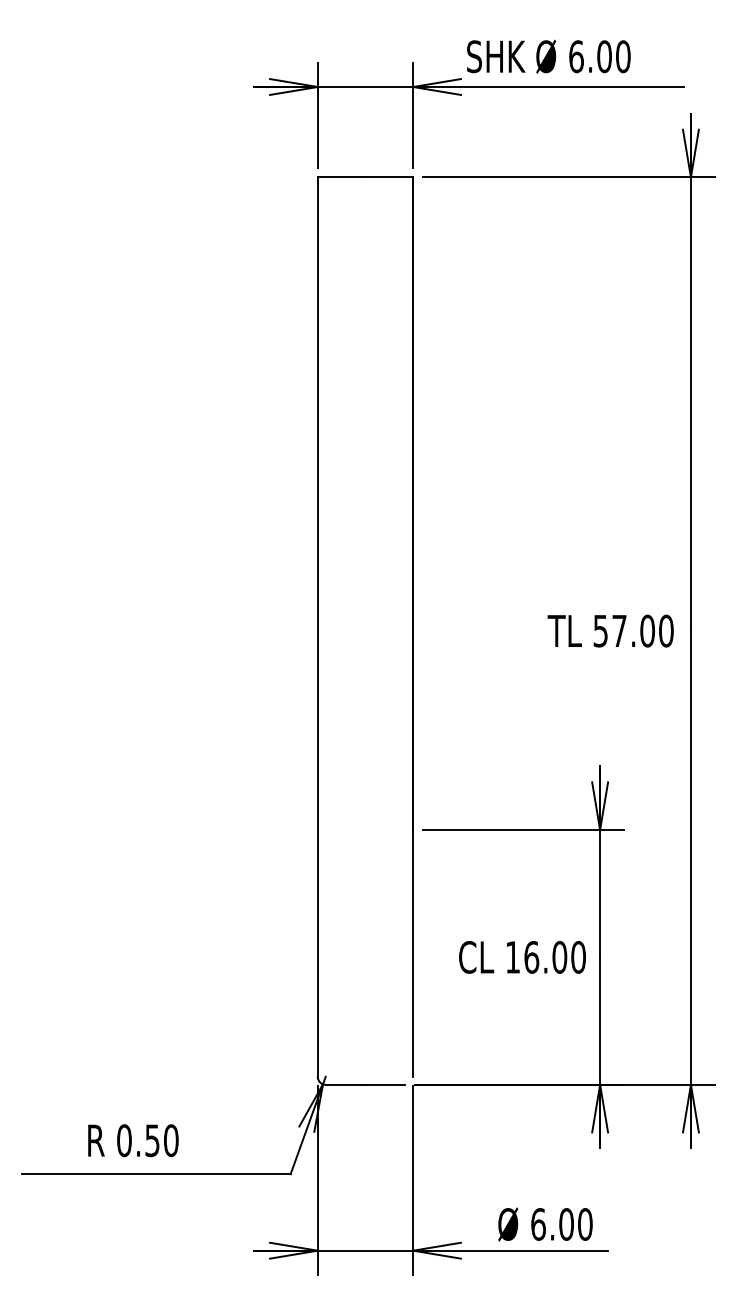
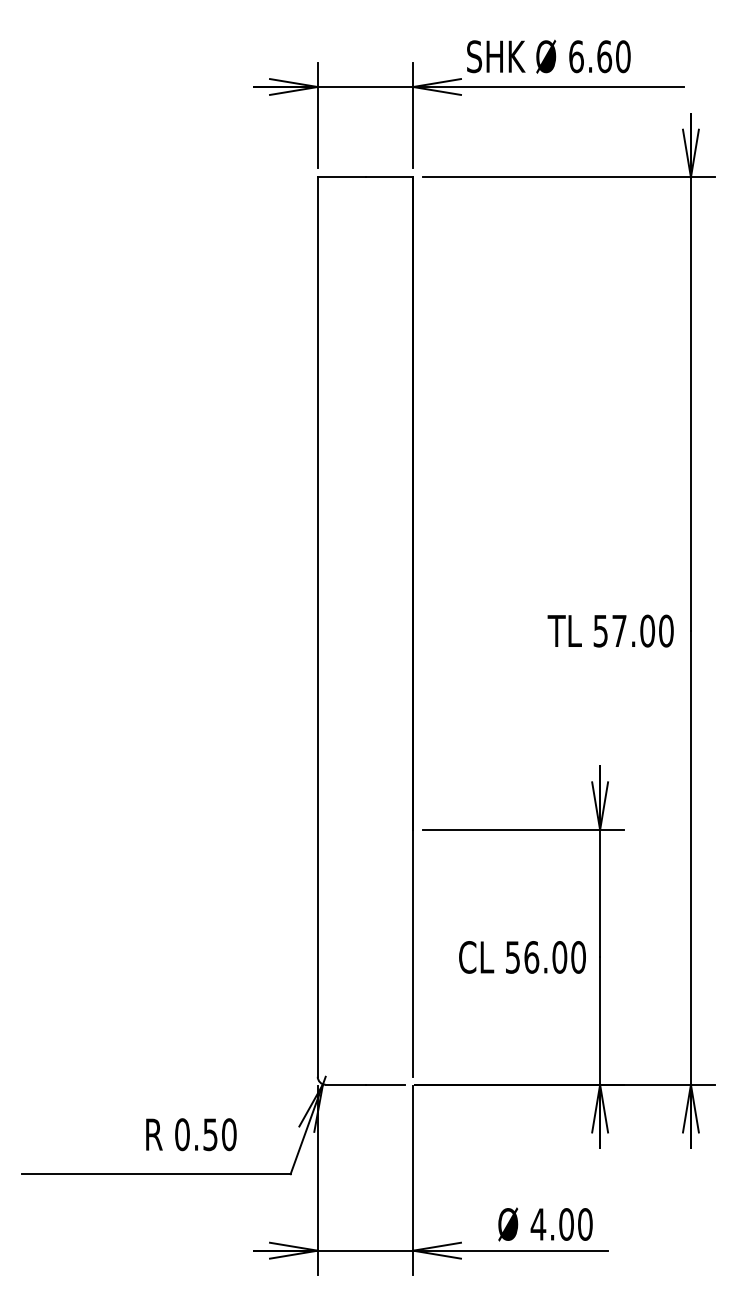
text at (604, 56): 6.00 -> 6.60
text at (512, 957): 16.00 -> 56.00
text at (133, 1140) position: (133, 1140) -> (191, 1134)
text at (538, 1224): 6.00 -> 4.00
